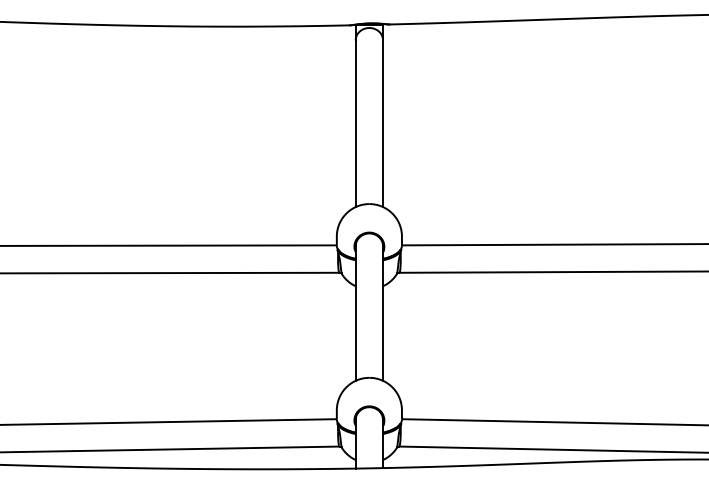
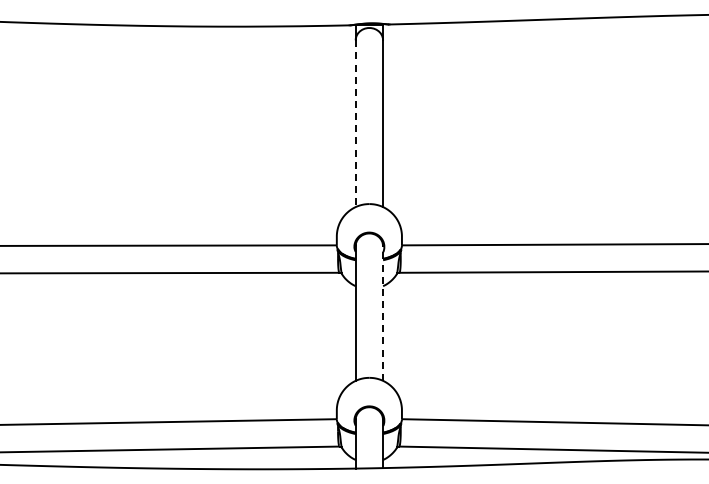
line at (355, 124): solid -> dashed
line at (383, 313): solid -> dashed
